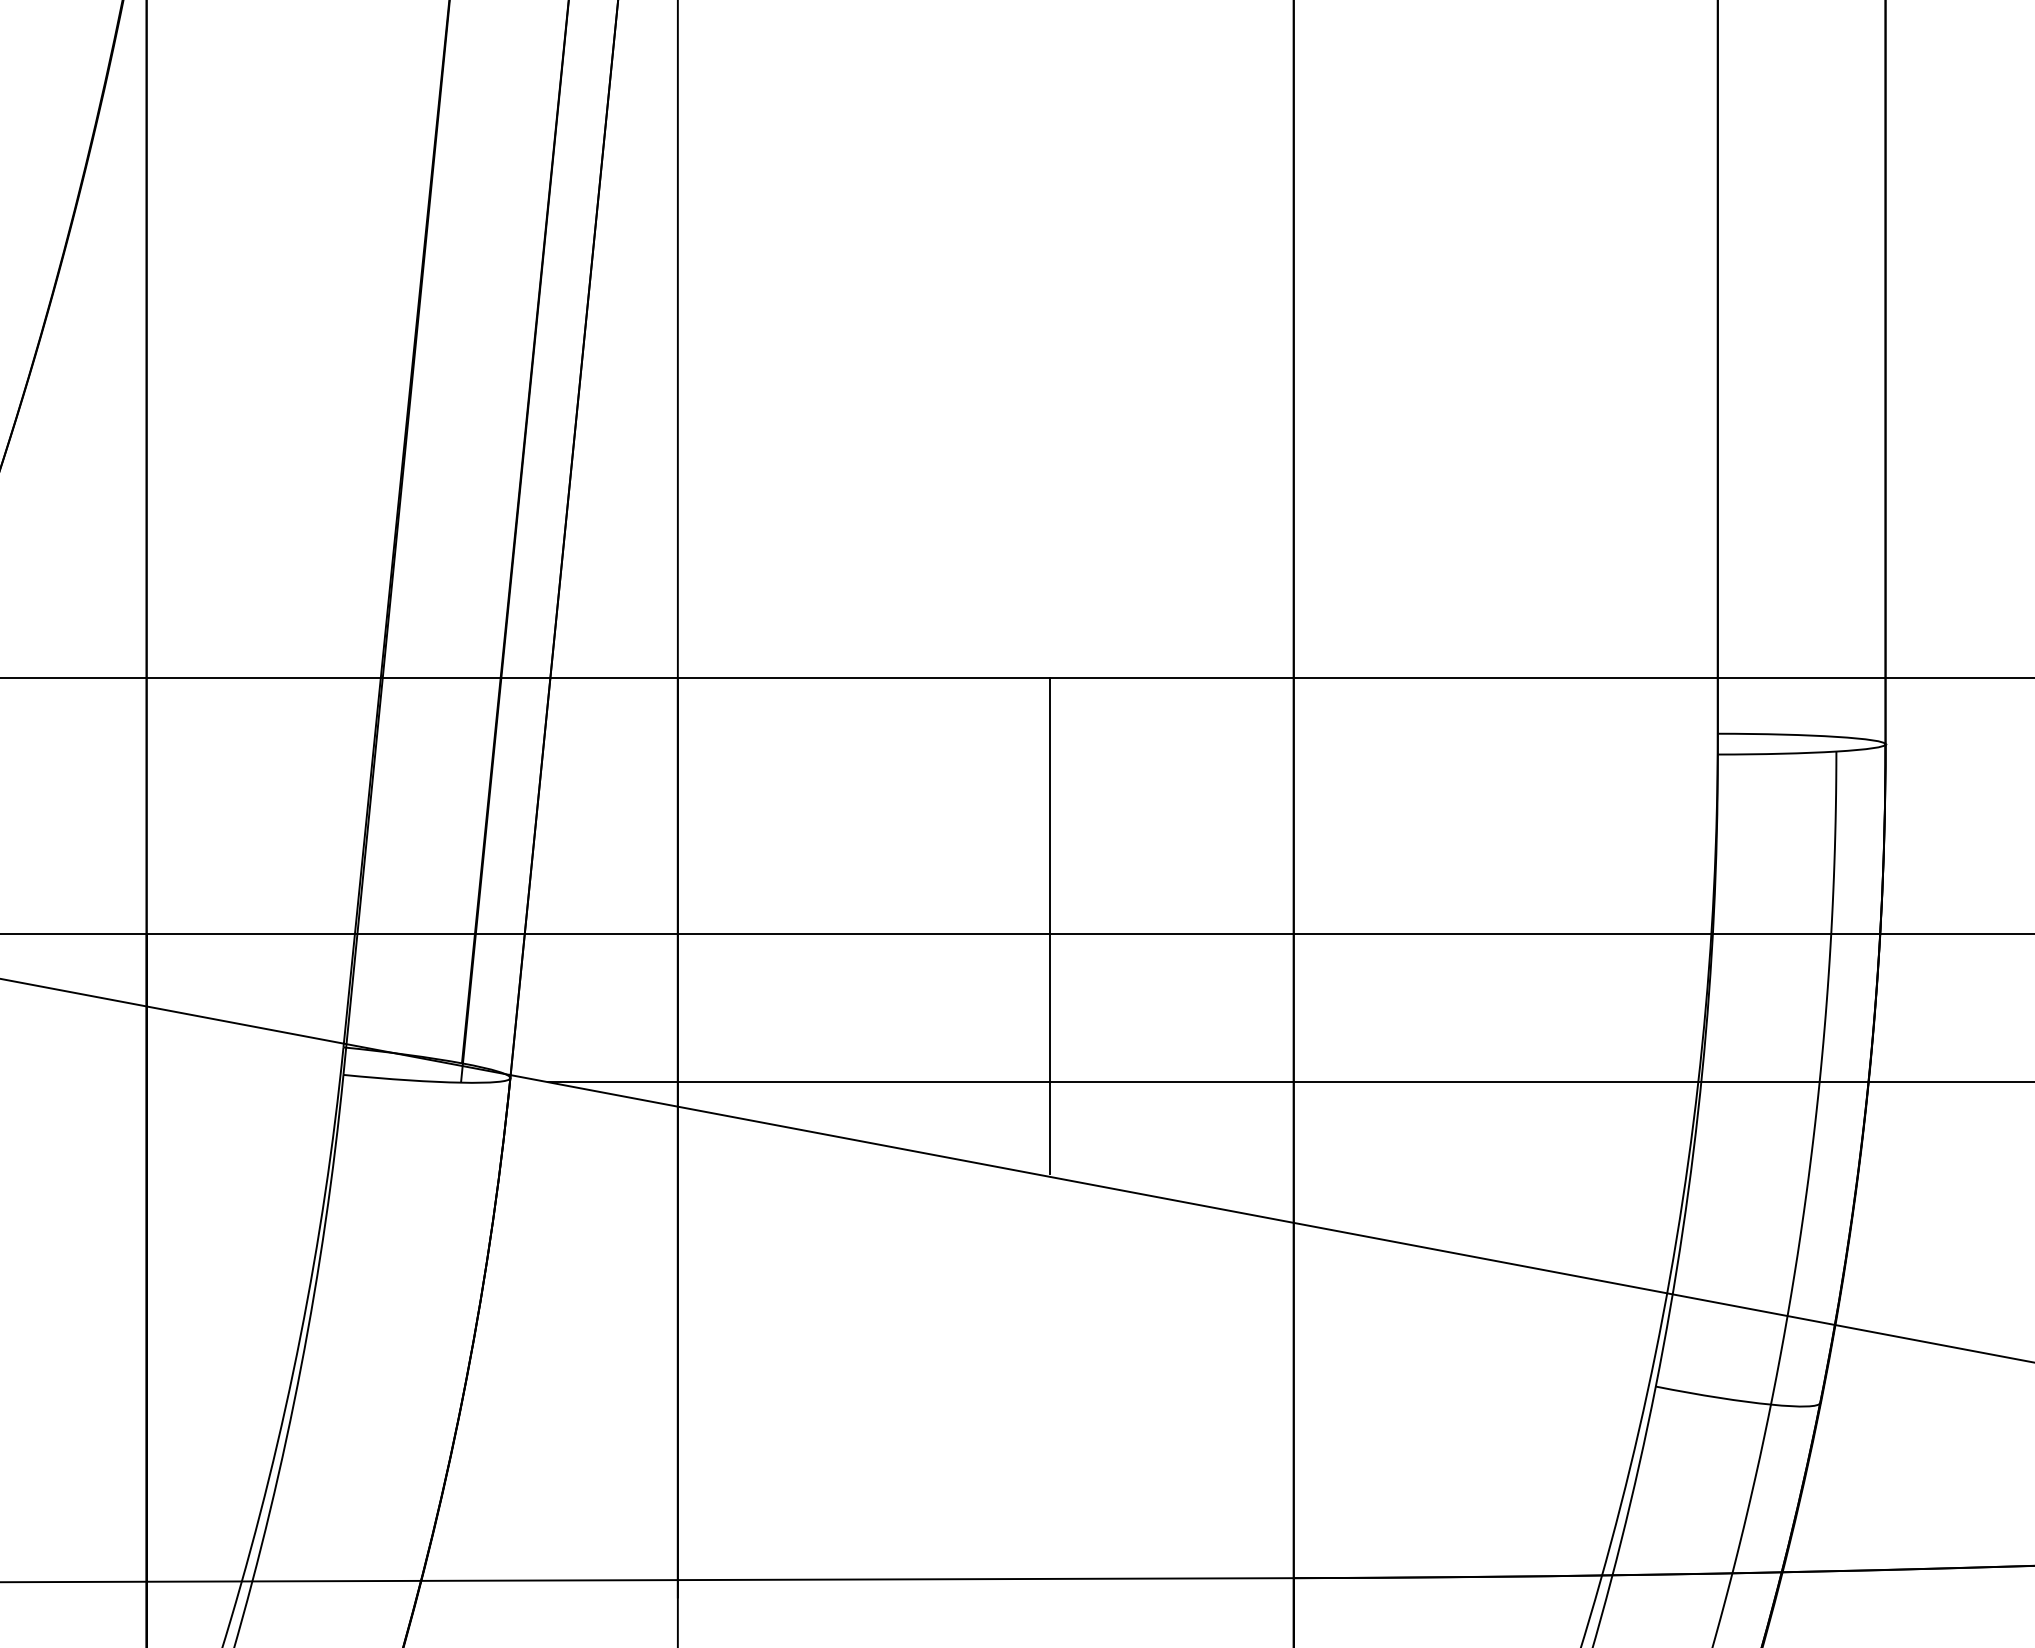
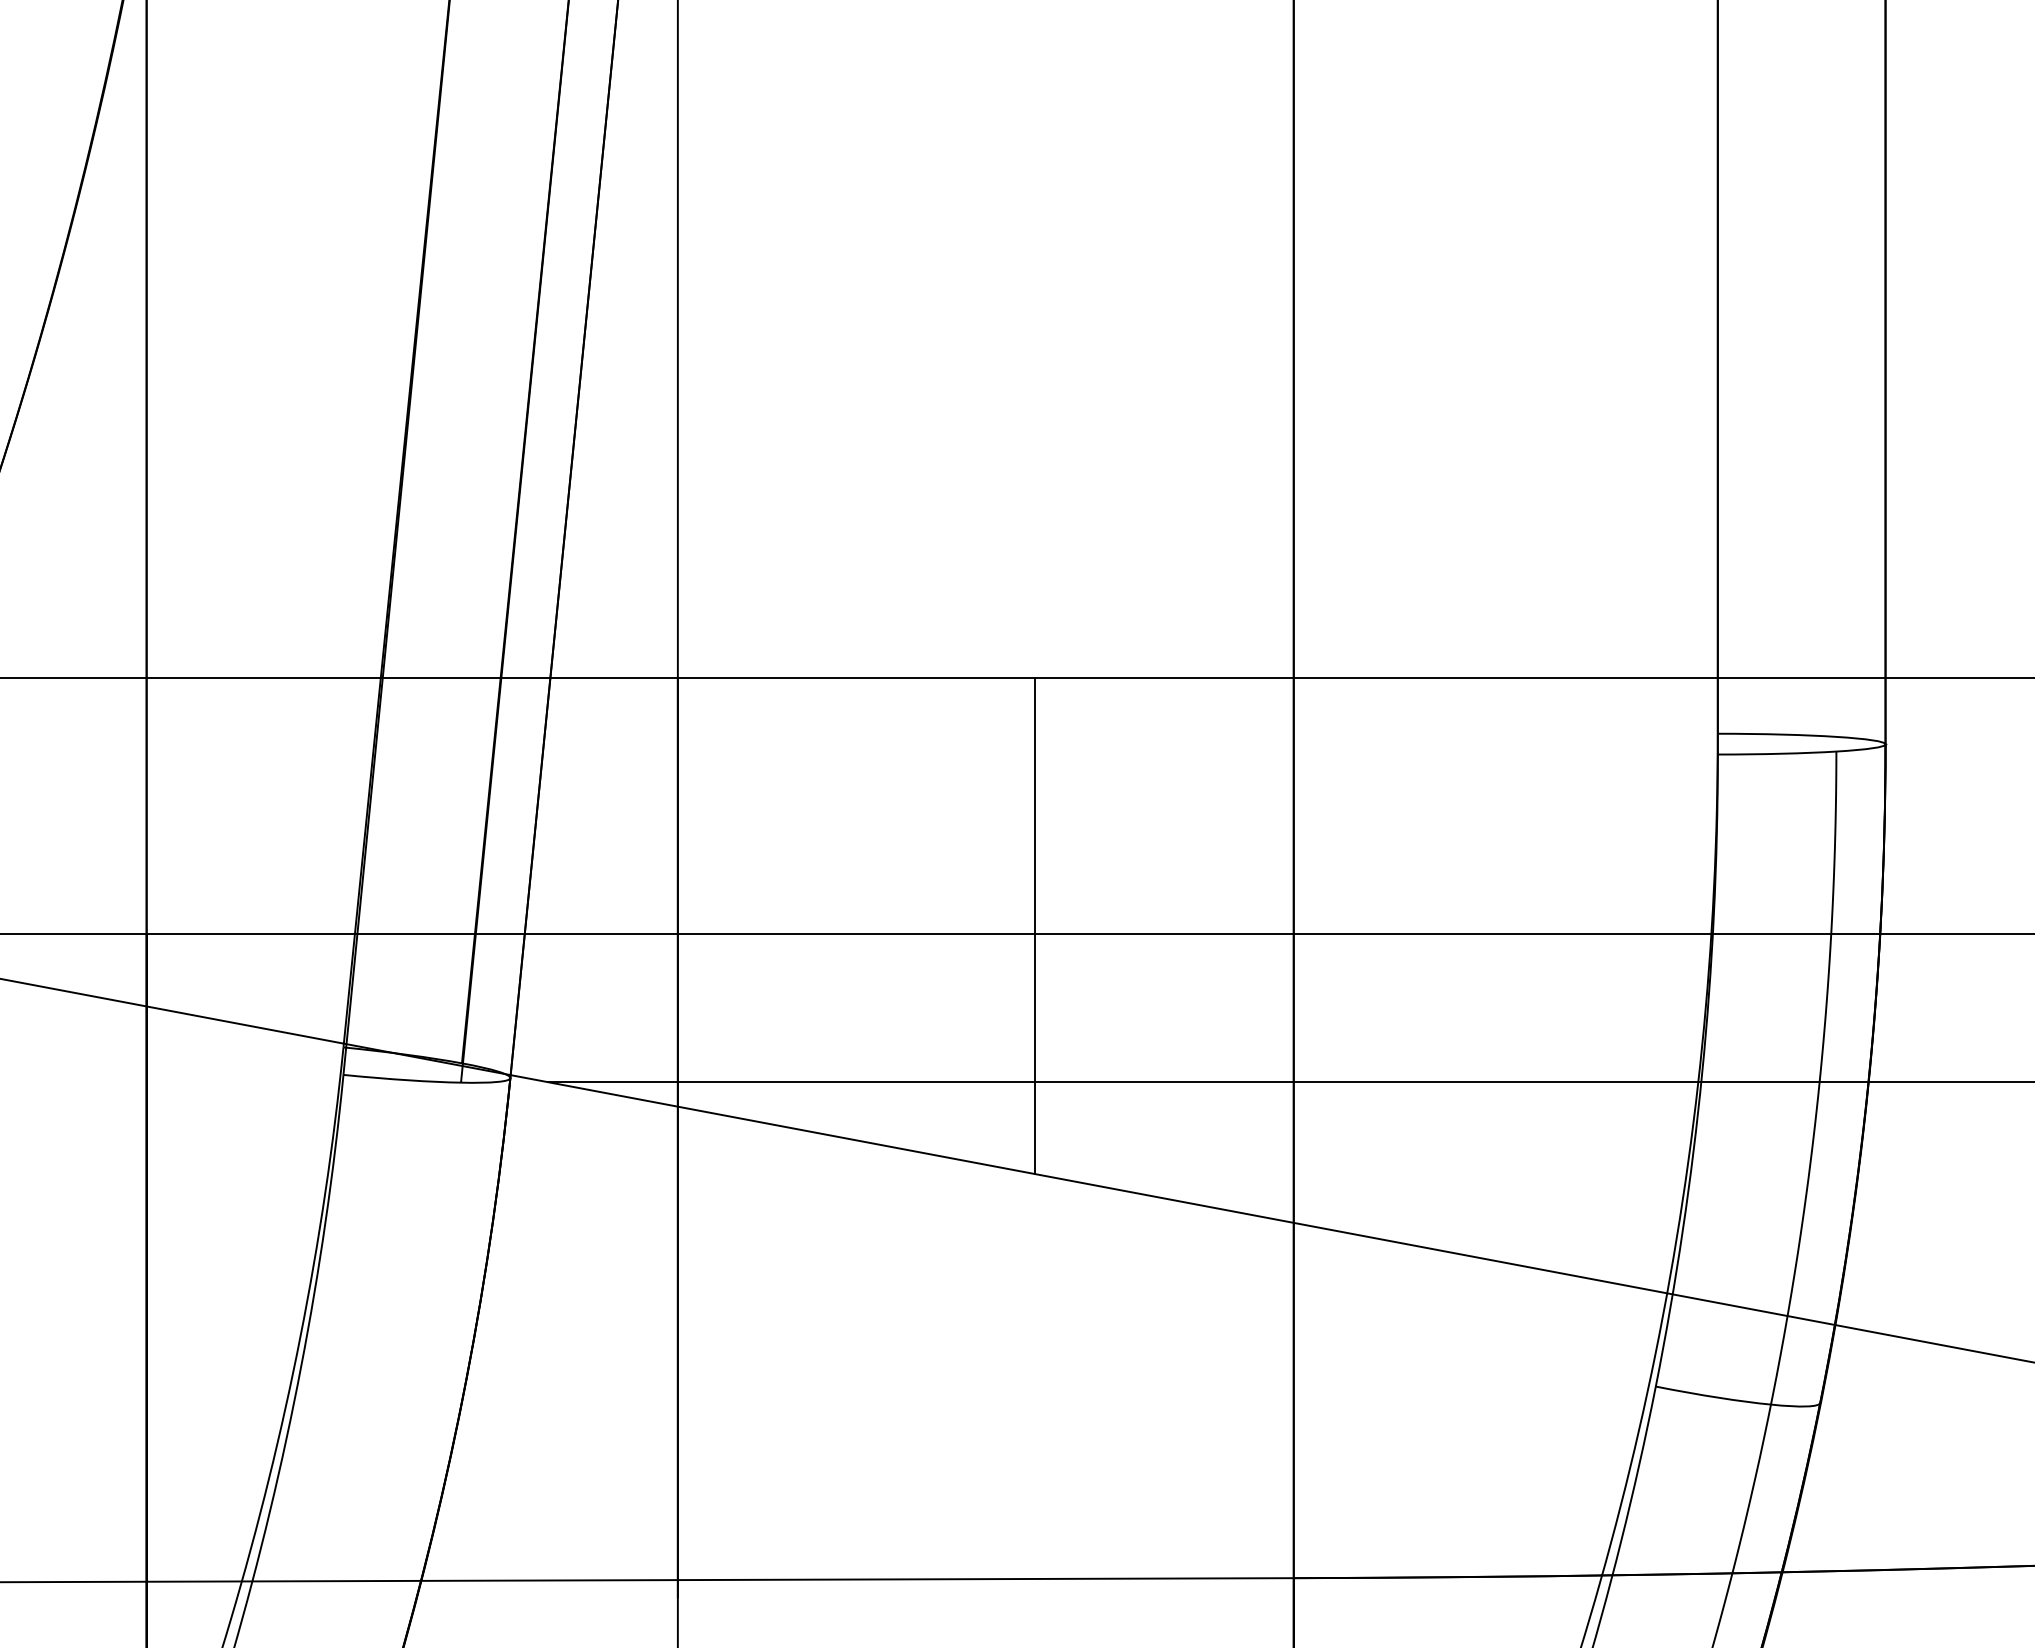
line at (1049, 925) position: (1049, 925) -> (1034, 925)
